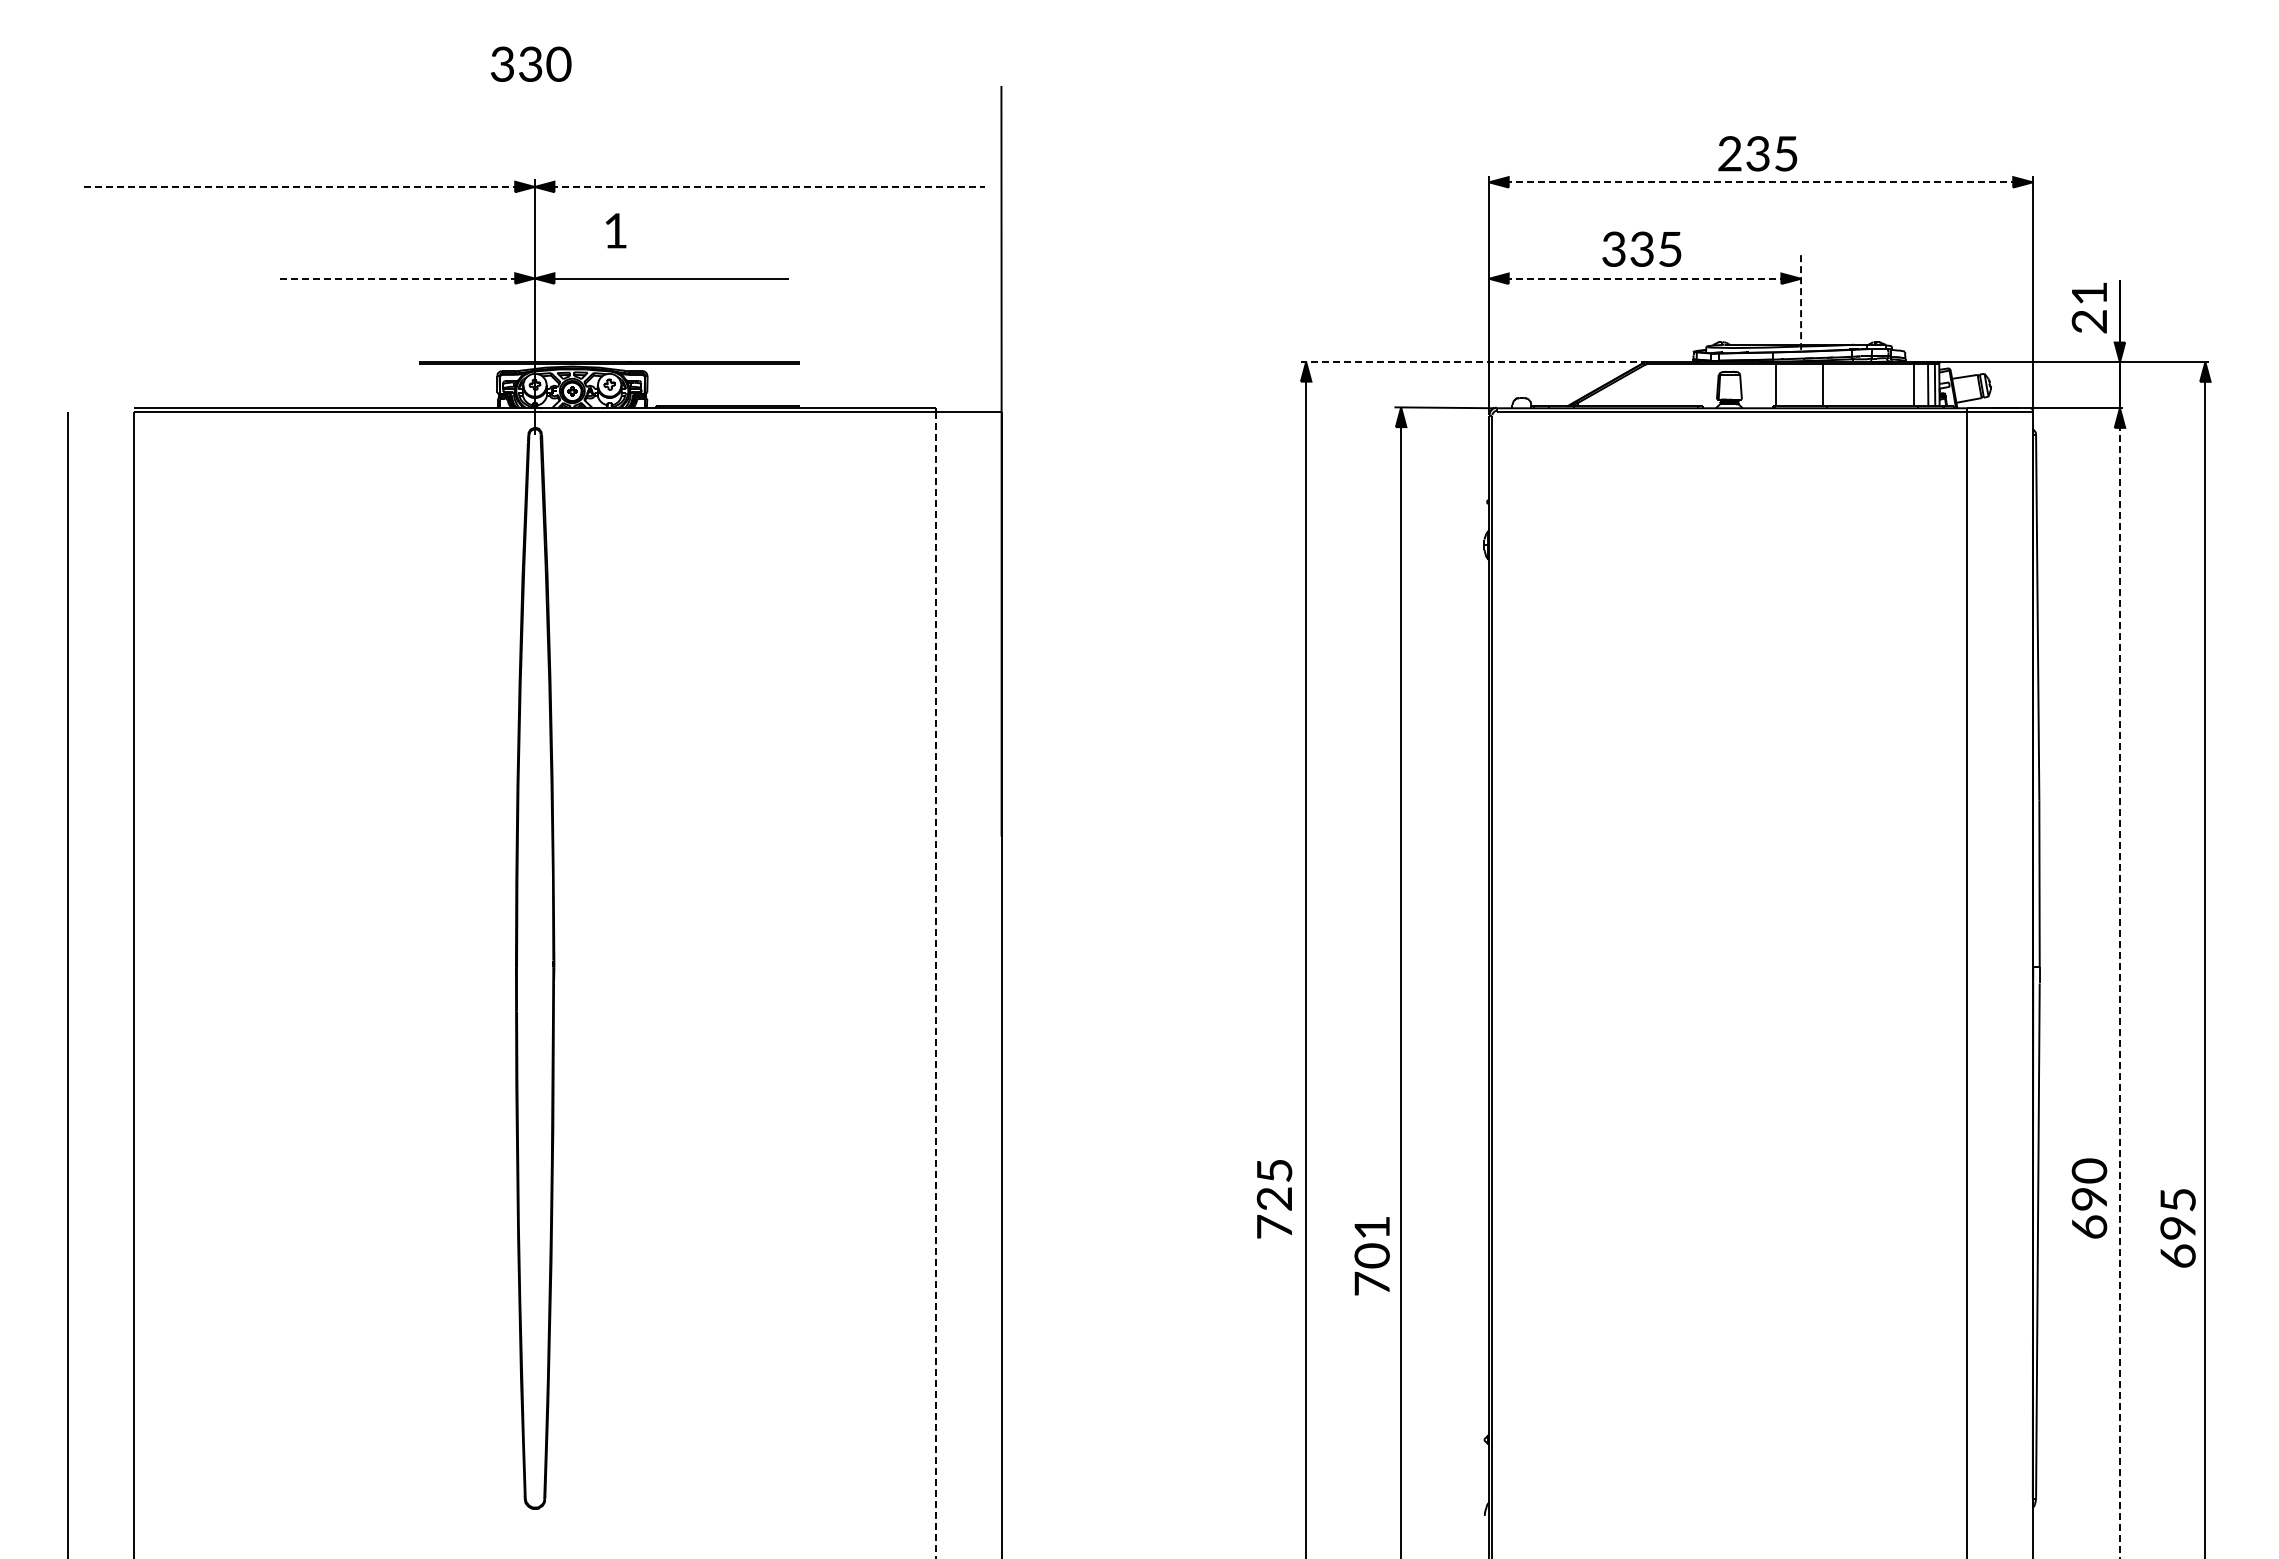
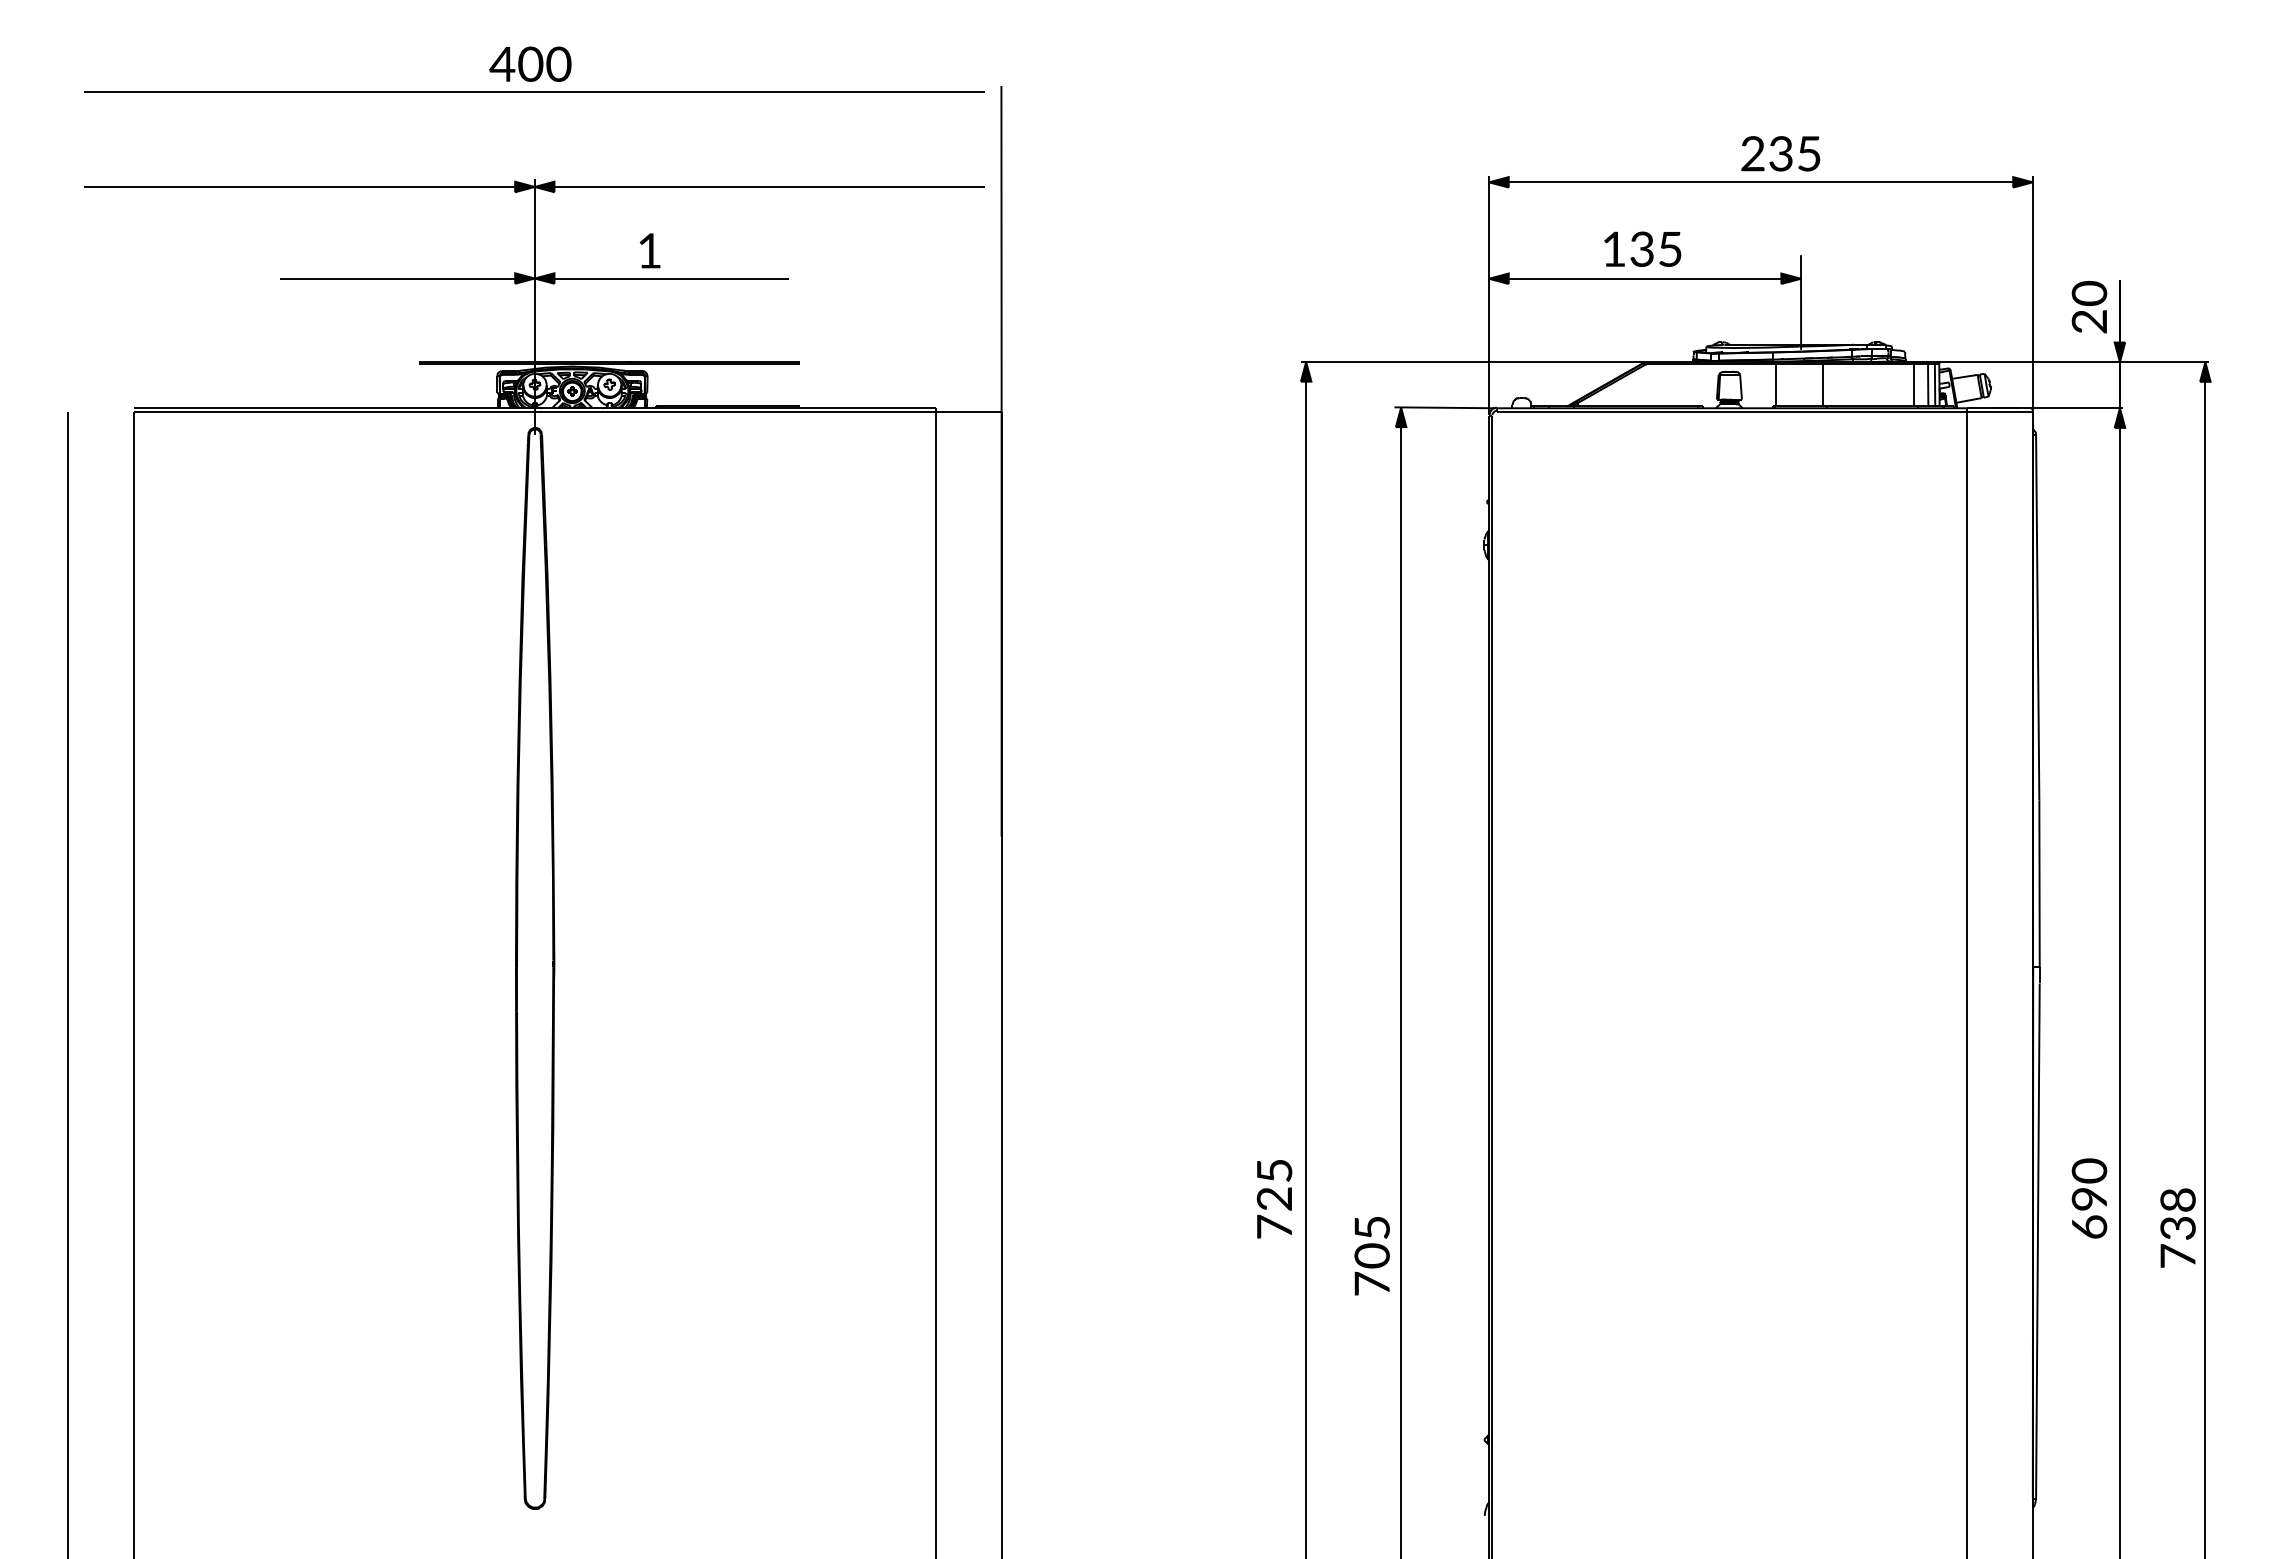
text at (516, 63): 330 -> 400
line at (534, 91): none -> present
text at (1757, 153) position: (1757, 153) -> (1780, 153)
line at (1760, 182): dashed -> solid
line at (302, 186): dashed -> solid
line at (768, 186): dashed -> solid
text at (615, 230) position: (615, 230) -> (649, 250)
text at (1613, 248): 335 -> 135
line at (400, 278): dashed -> solid
line at (1645, 278): dashed -> solid
text at (2089, 293): 21 -> 20
line at (1801, 303): dashed -> solid
line at (1473, 362): dashed -> solid
line at (936, 985): dashed -> solid
line at (2119, 991): dashed -> solid
text at (1371, 1227): 701 -> 705
text at (2177, 1227): 695 -> 738
